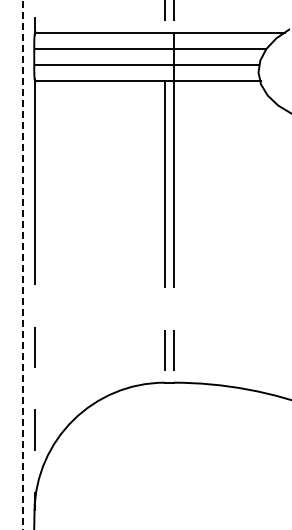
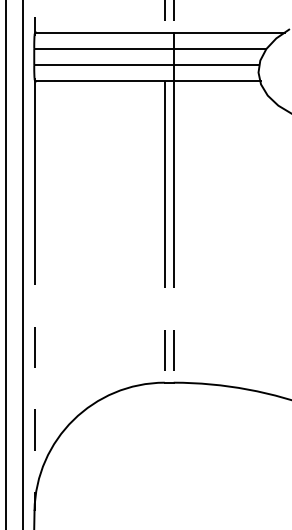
line at (6, 264): none -> present
line at (23, 264): dashed -> solid
